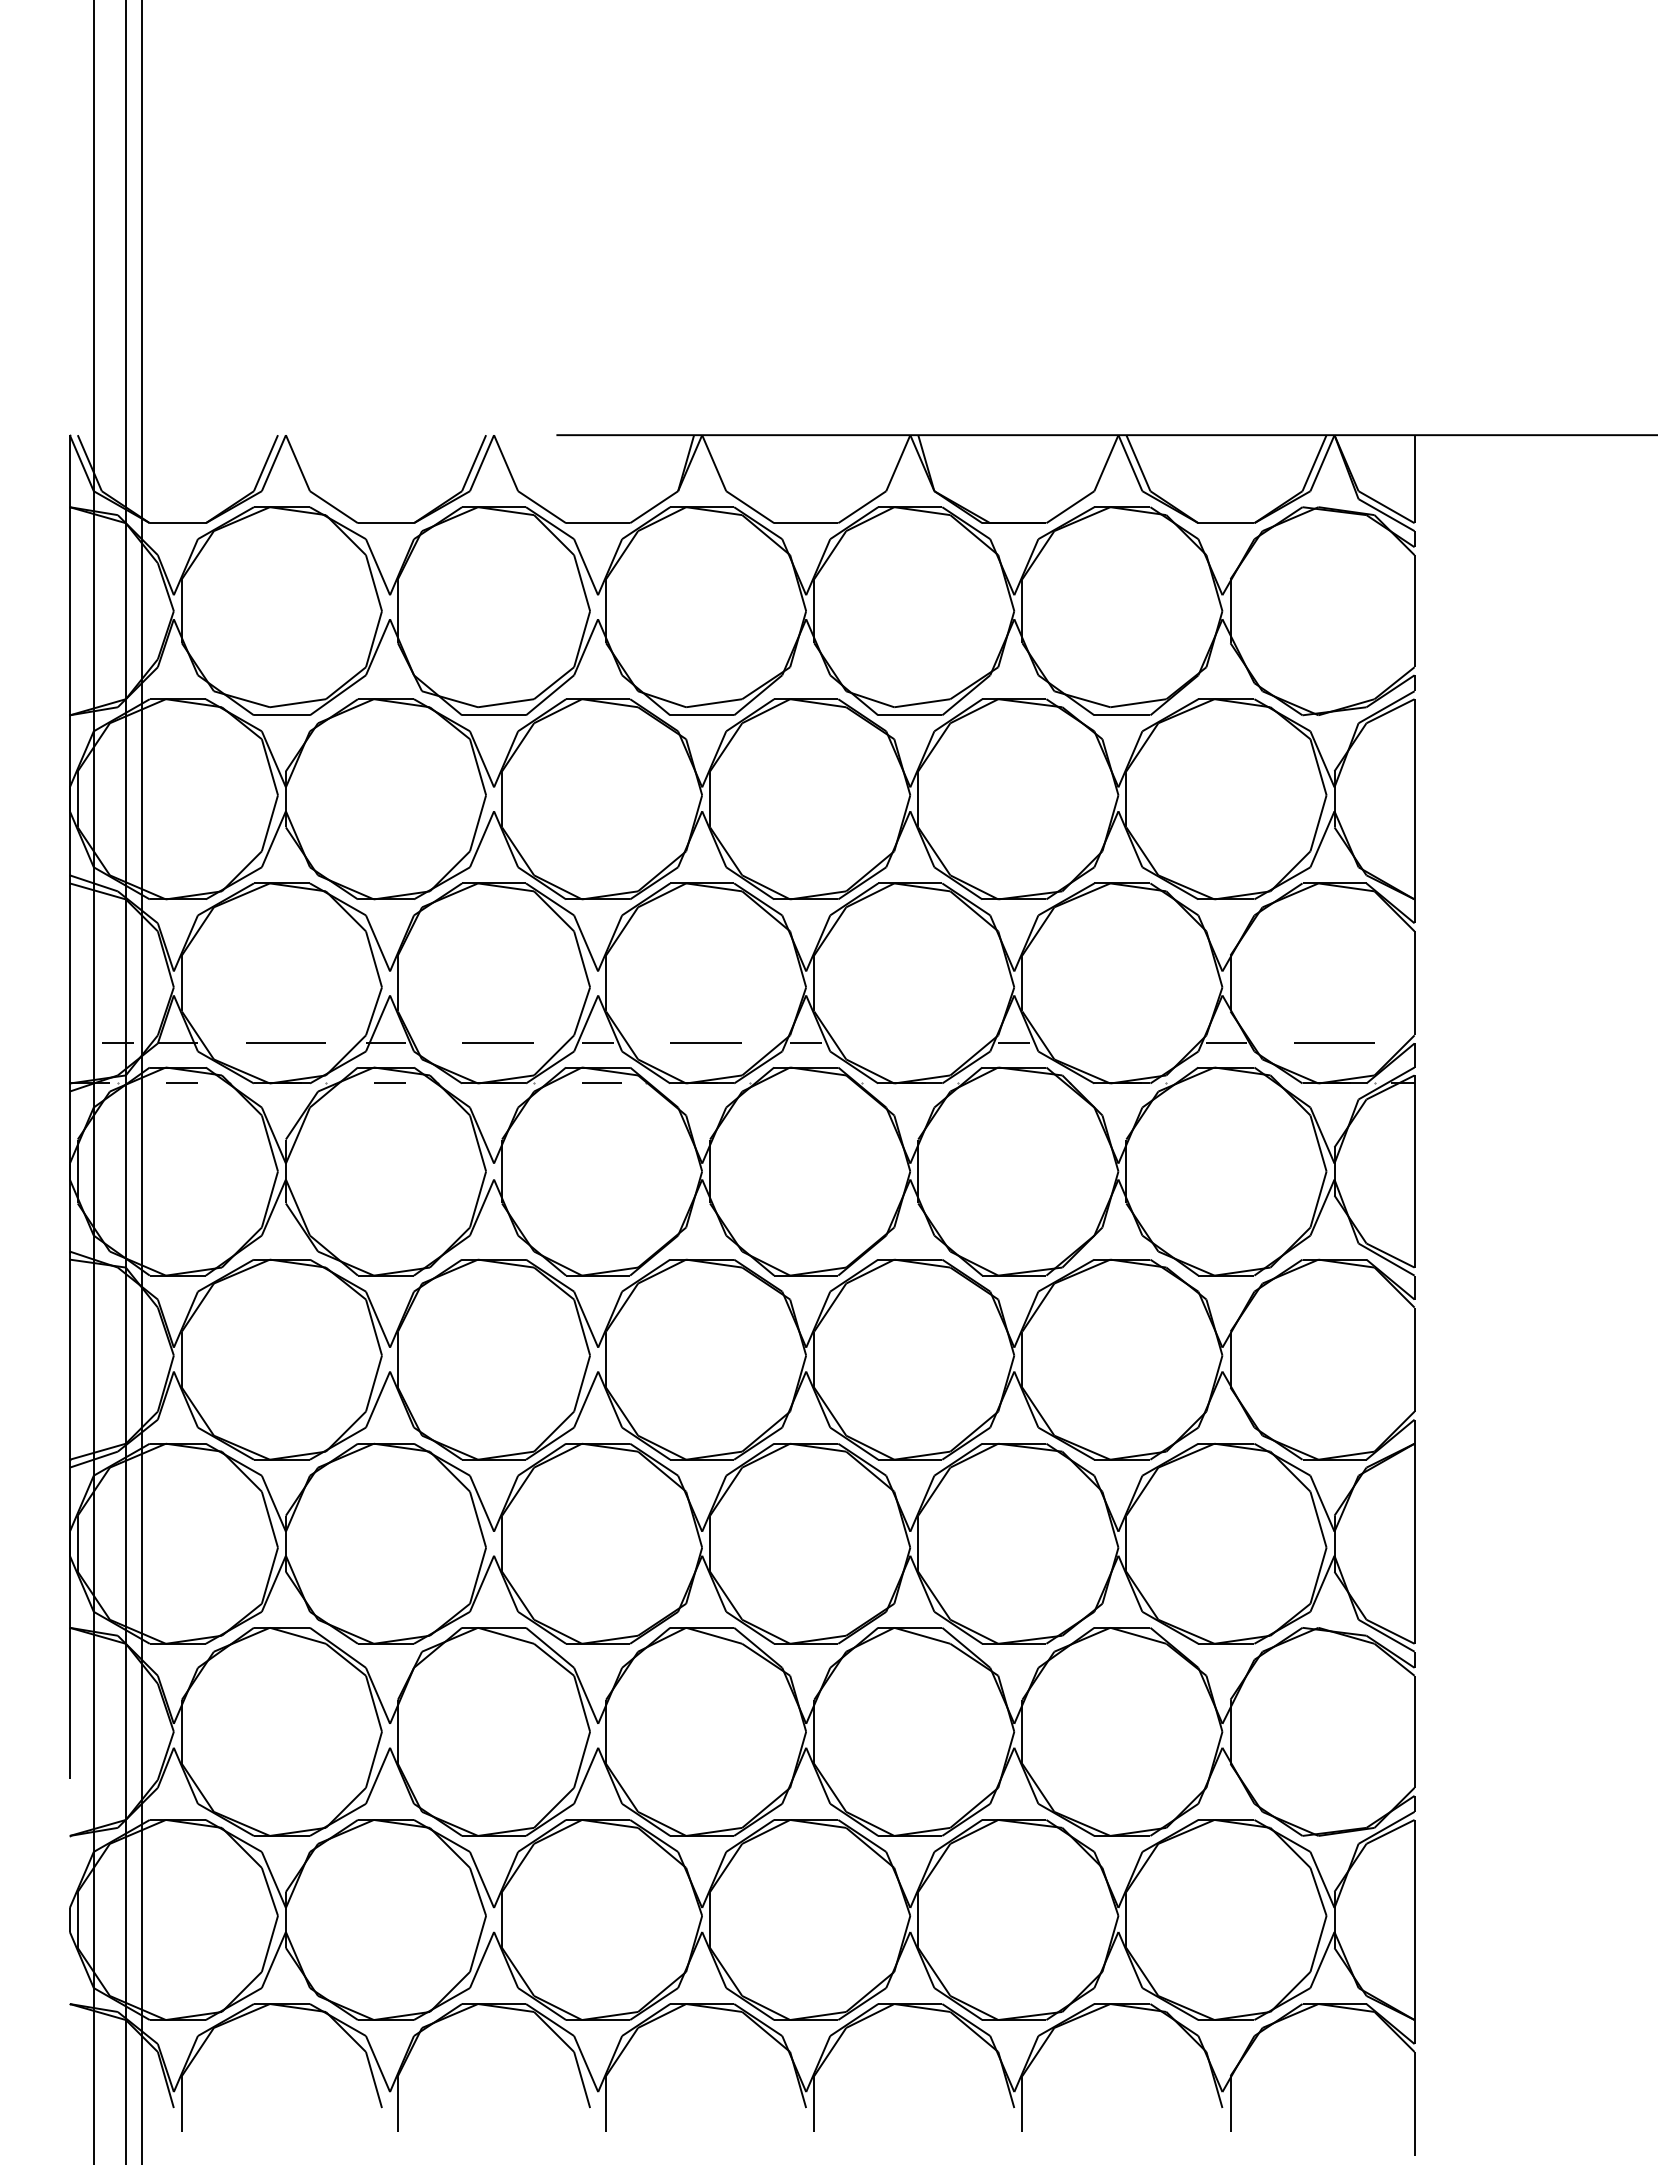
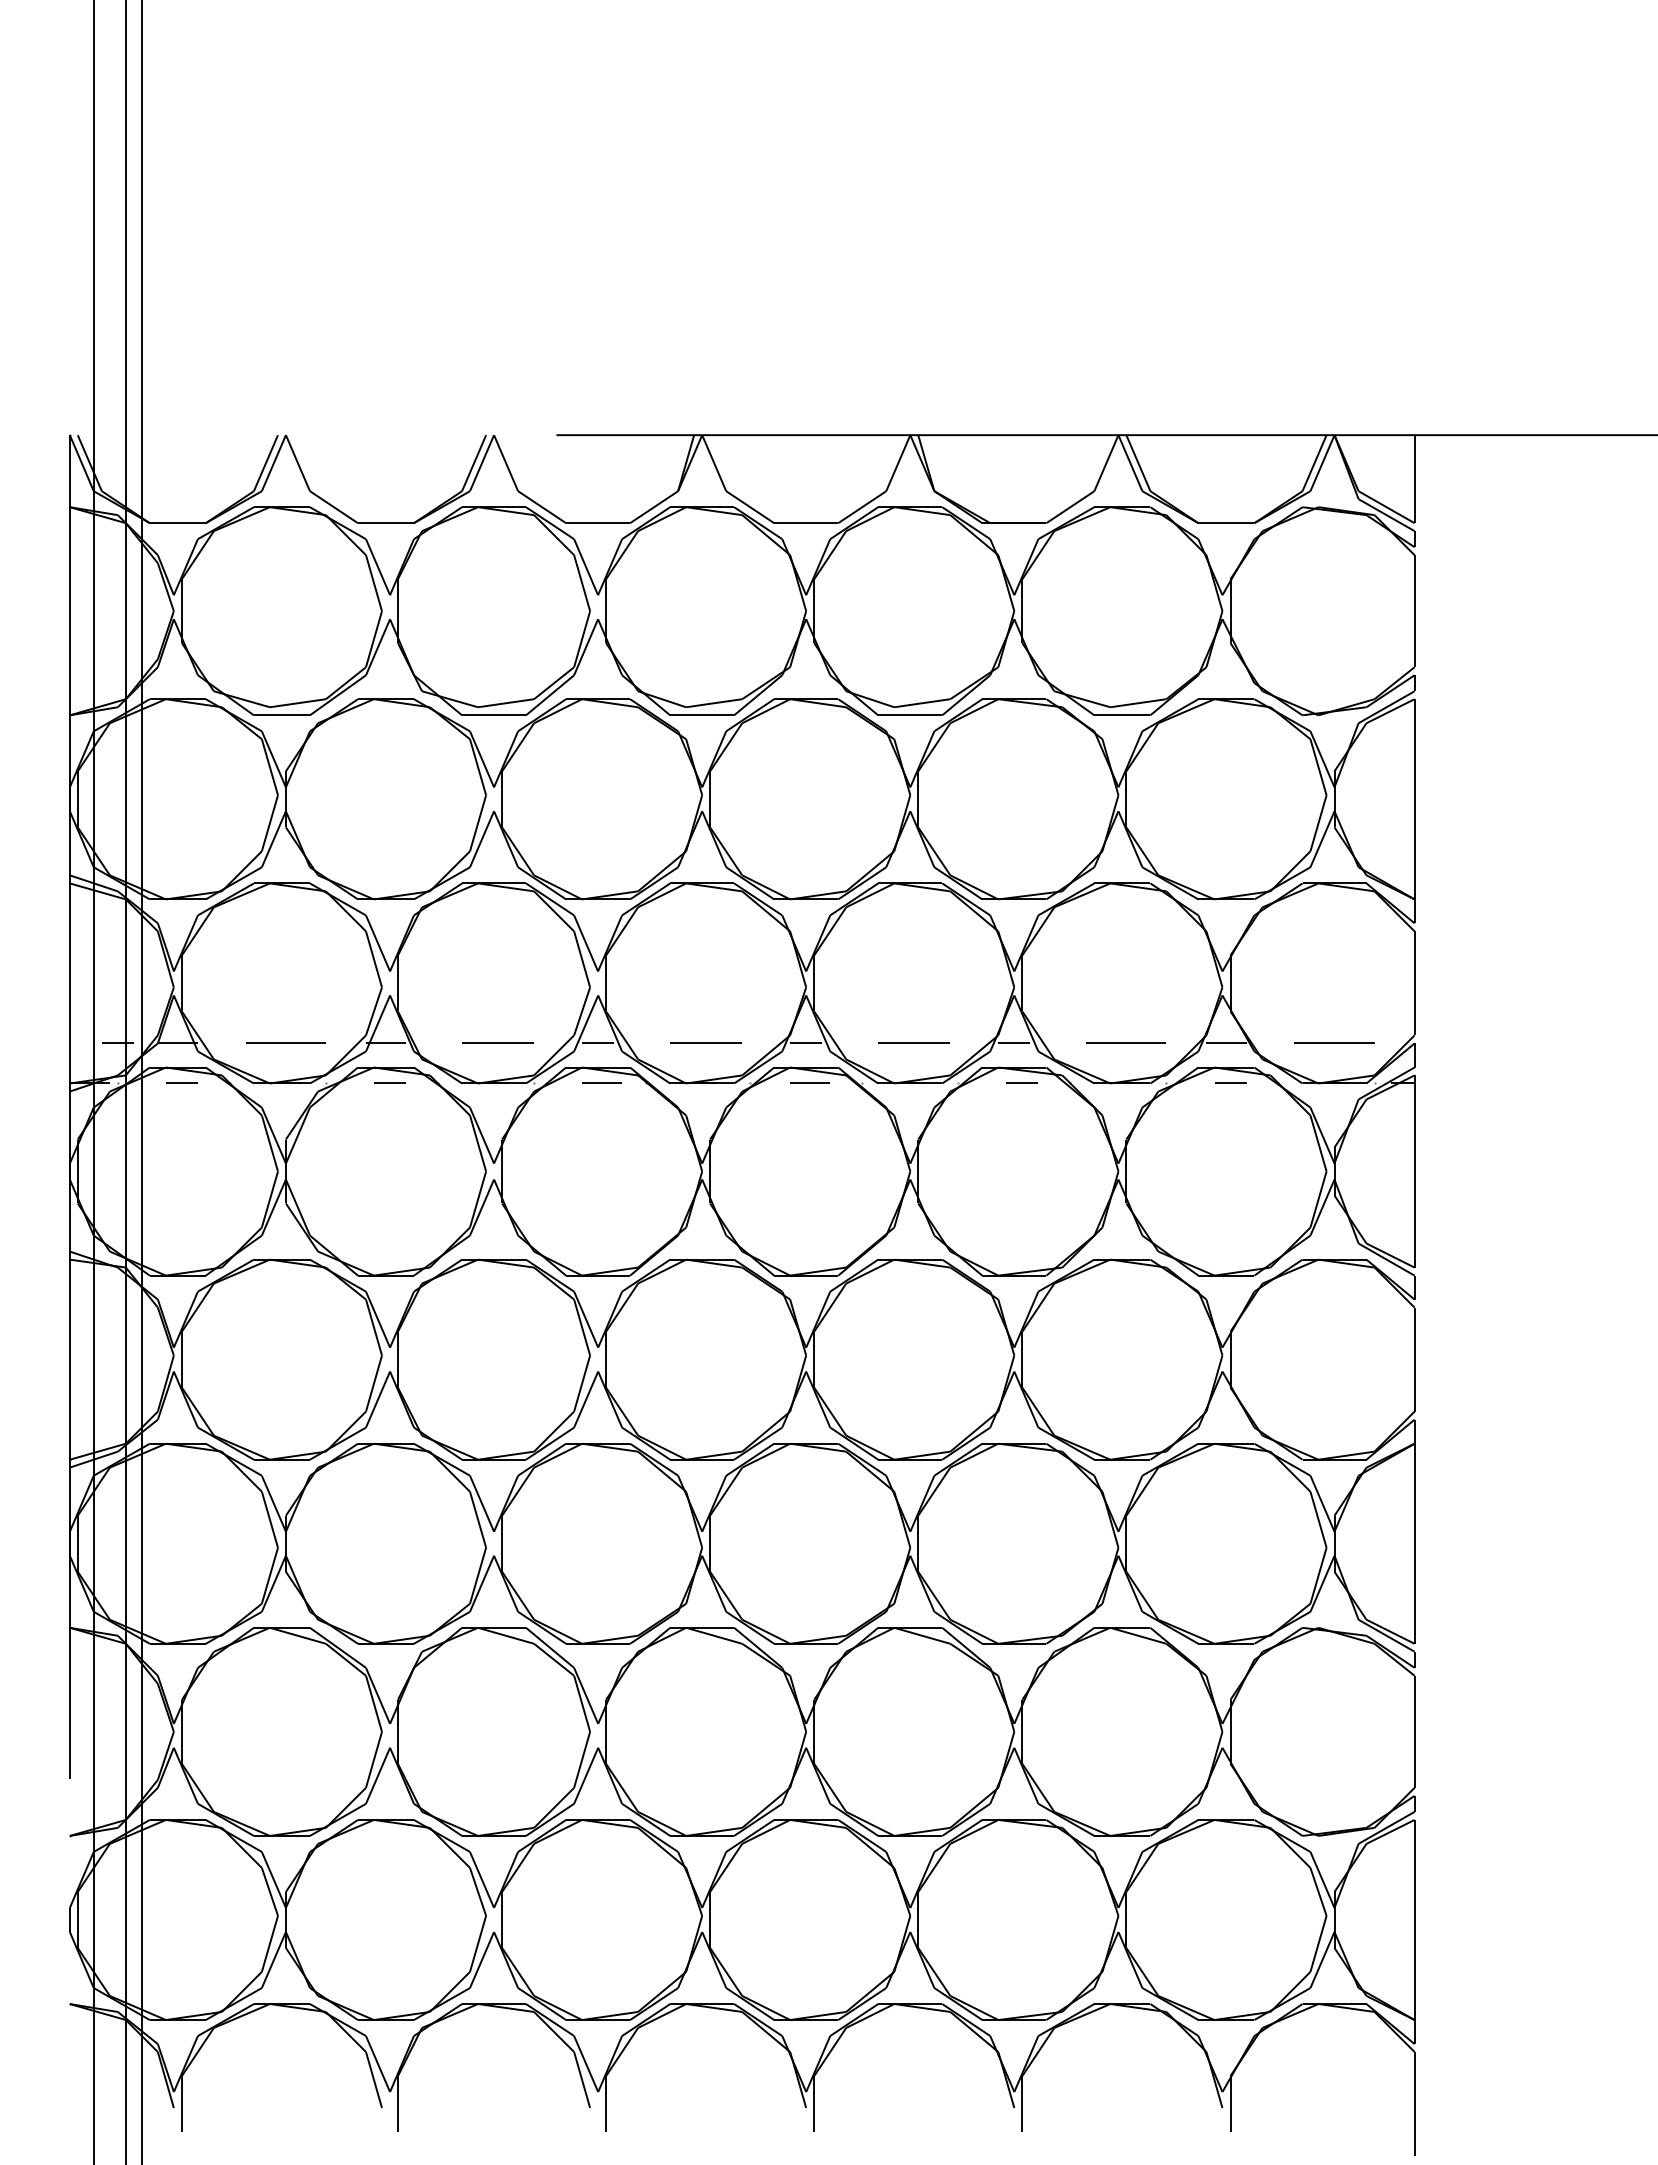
line at (1125, 1042): none -> present
line at (914, 1043): none -> present
line at (1021, 1082): none -> present
line at (810, 1083): none -> present
line at (1230, 1083): none -> present
